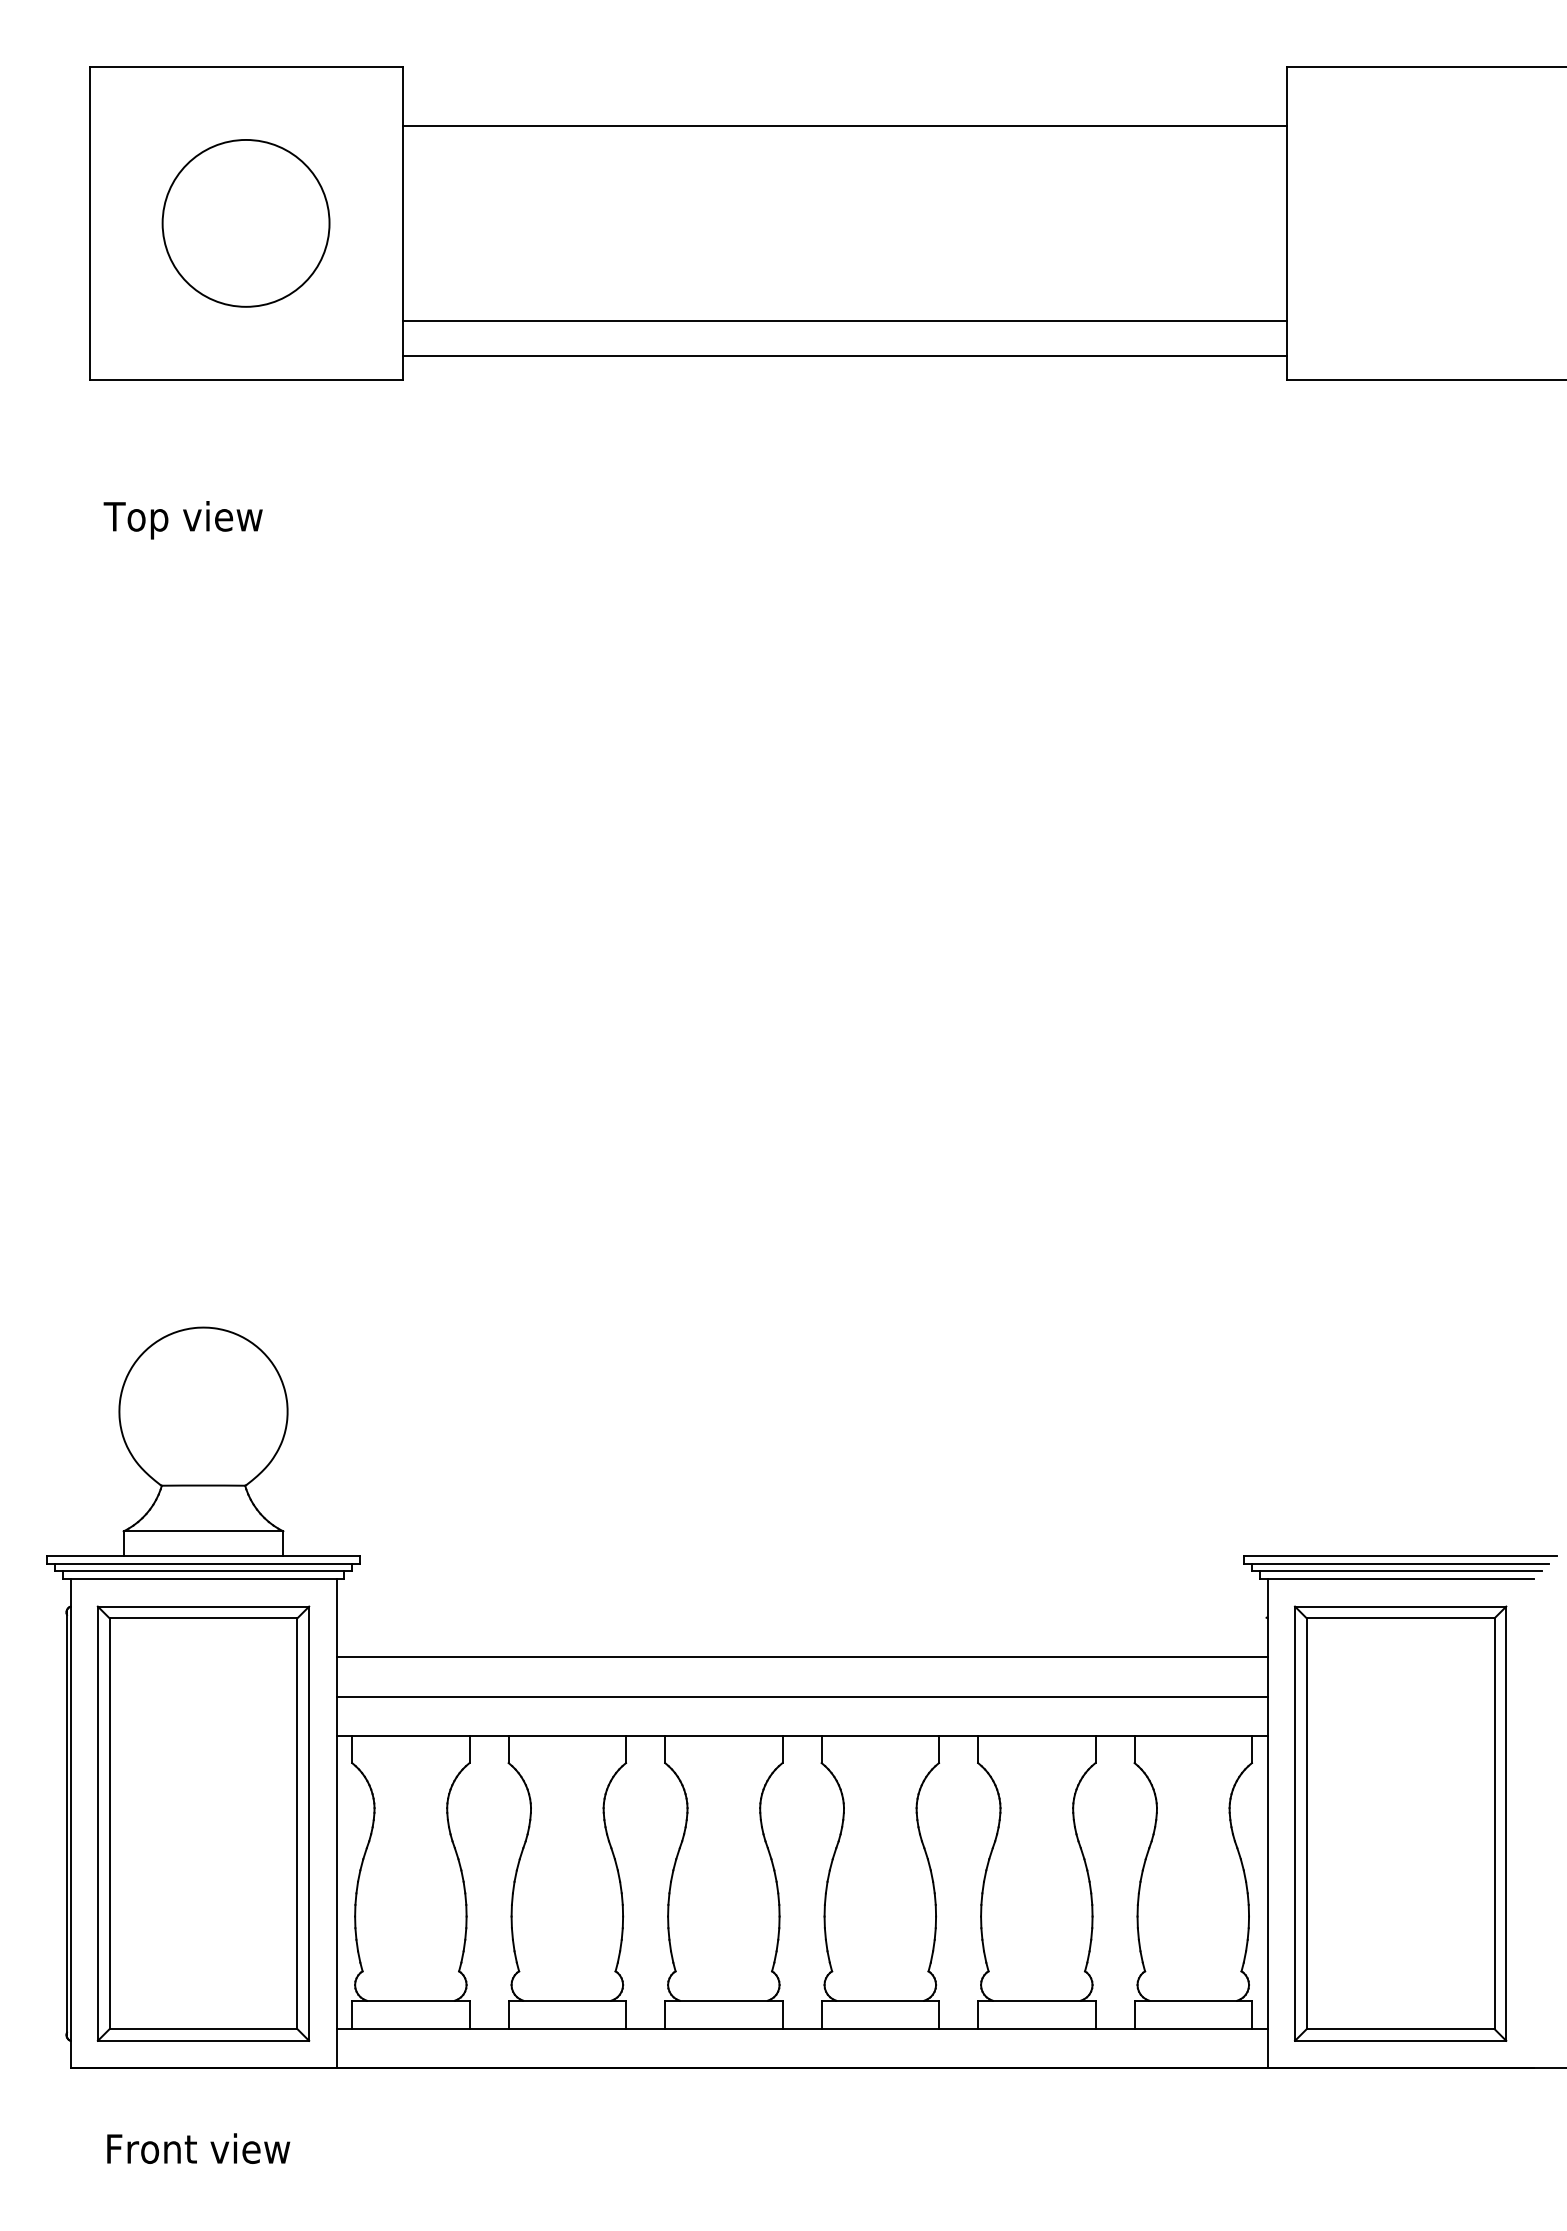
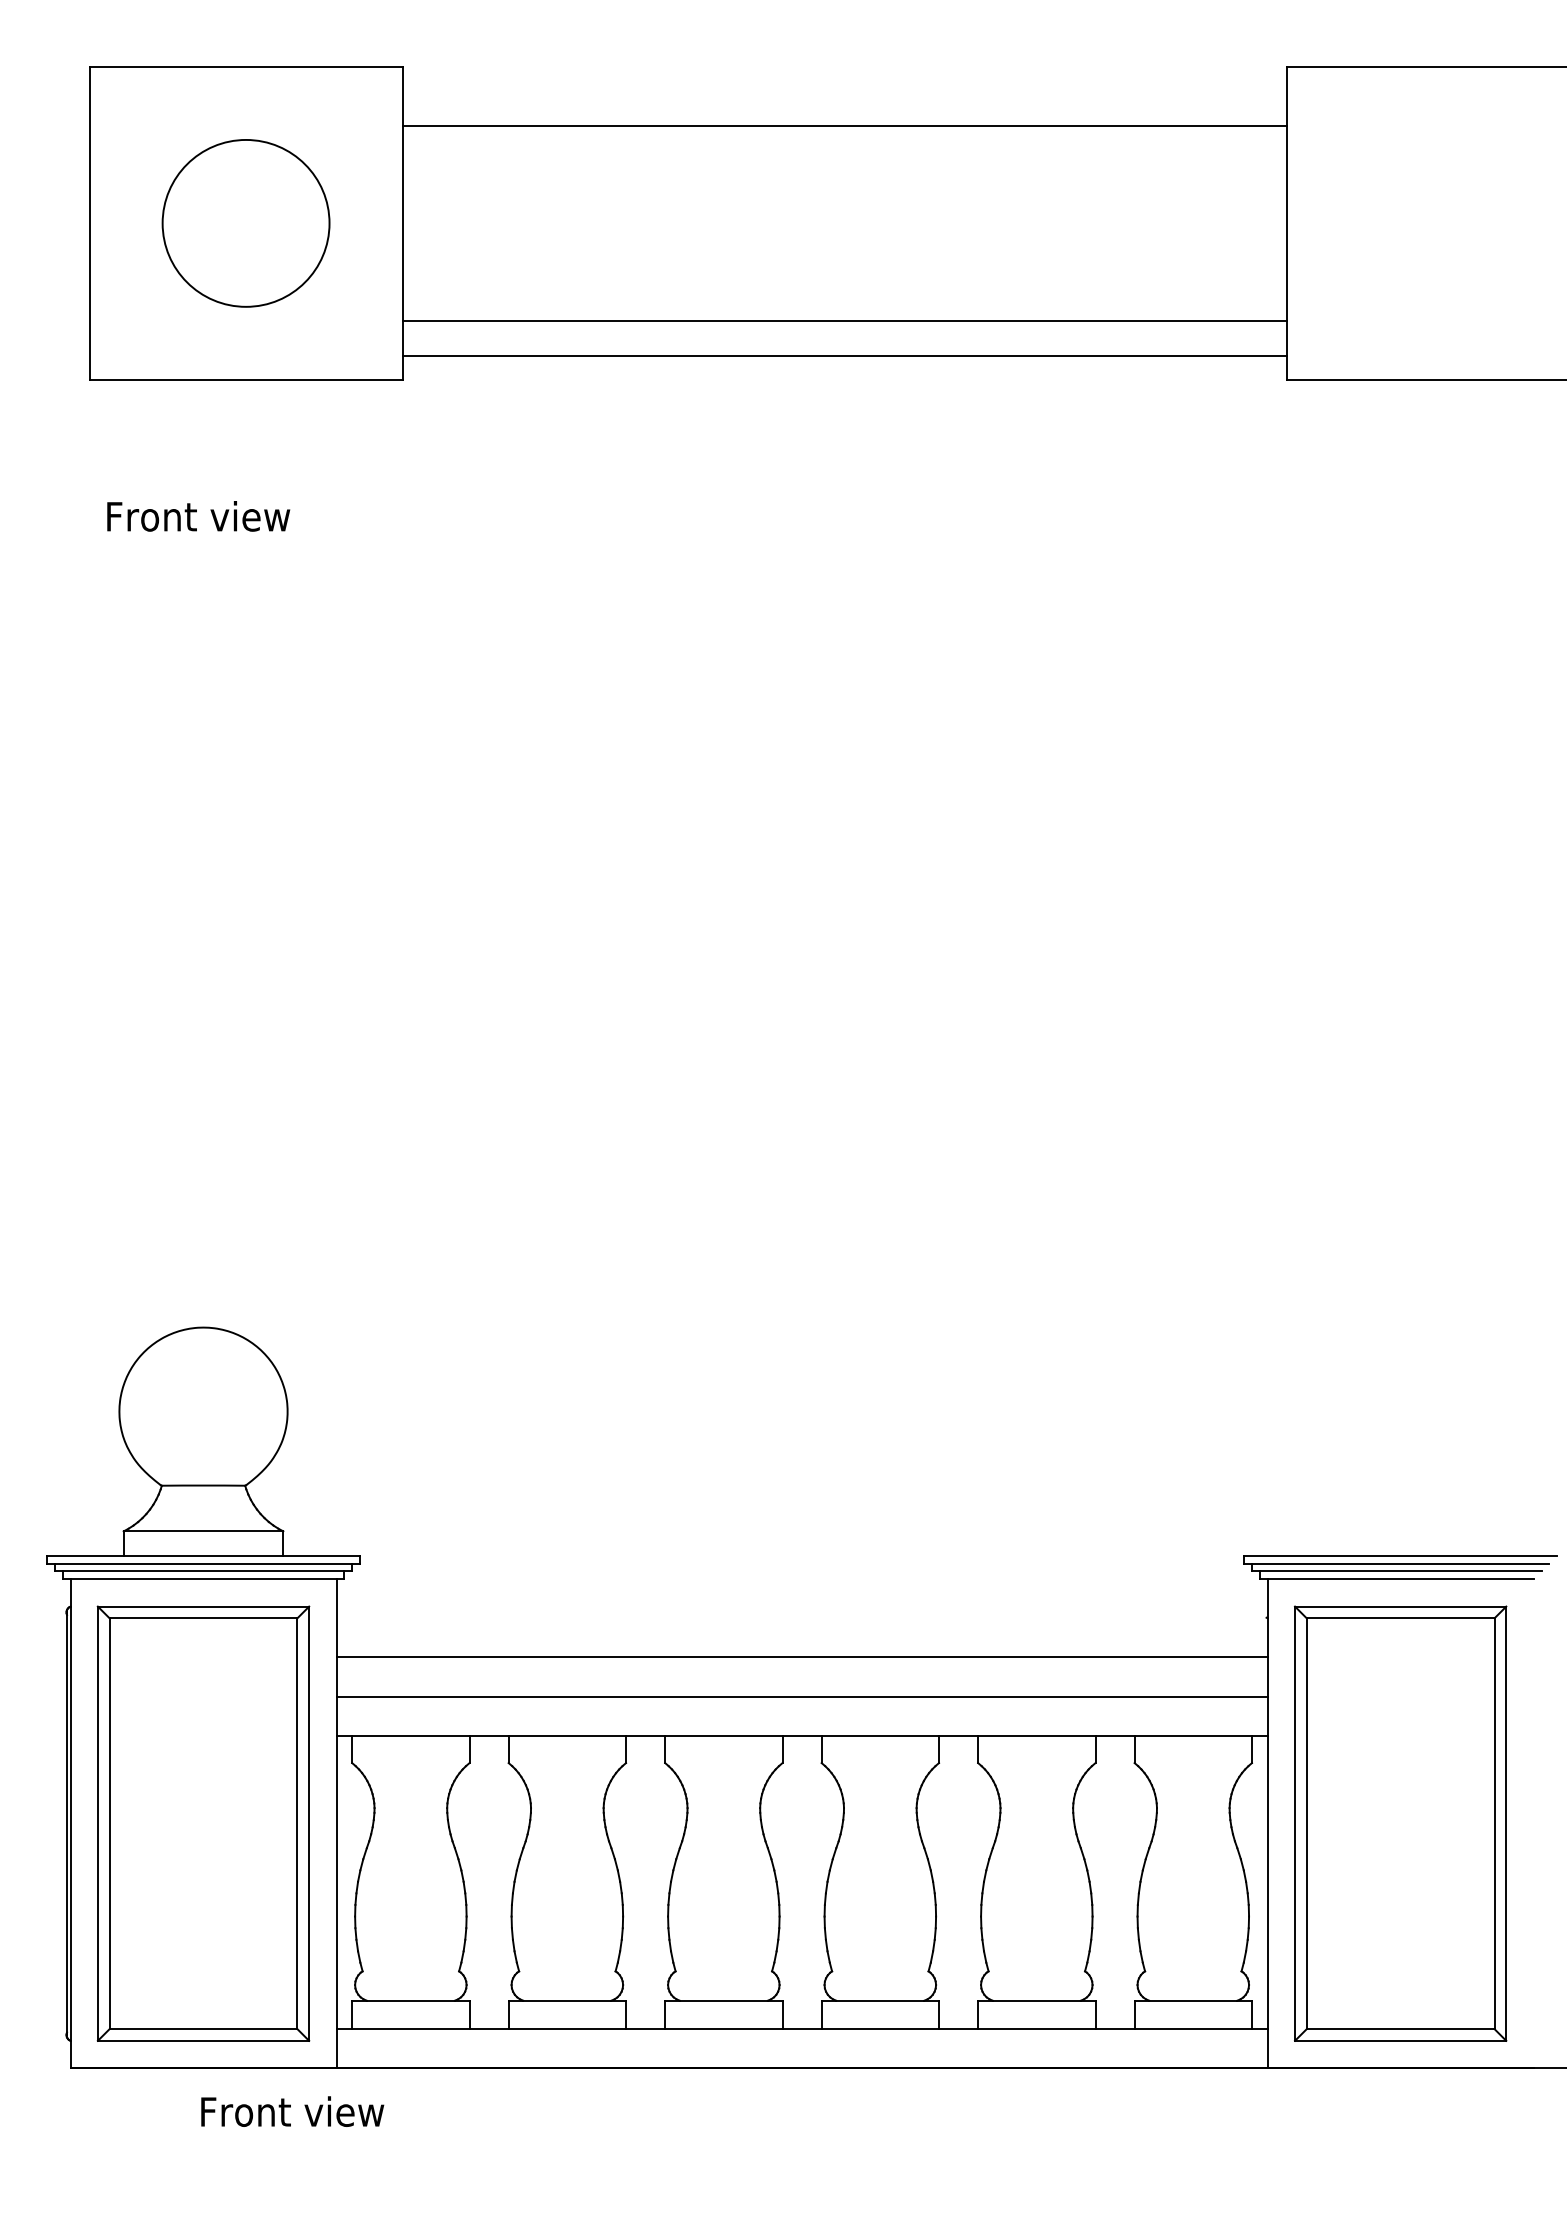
text at (196, 520): Top view -> Front view
text at (198, 2148) position: (198, 2148) -> (292, 2111)
